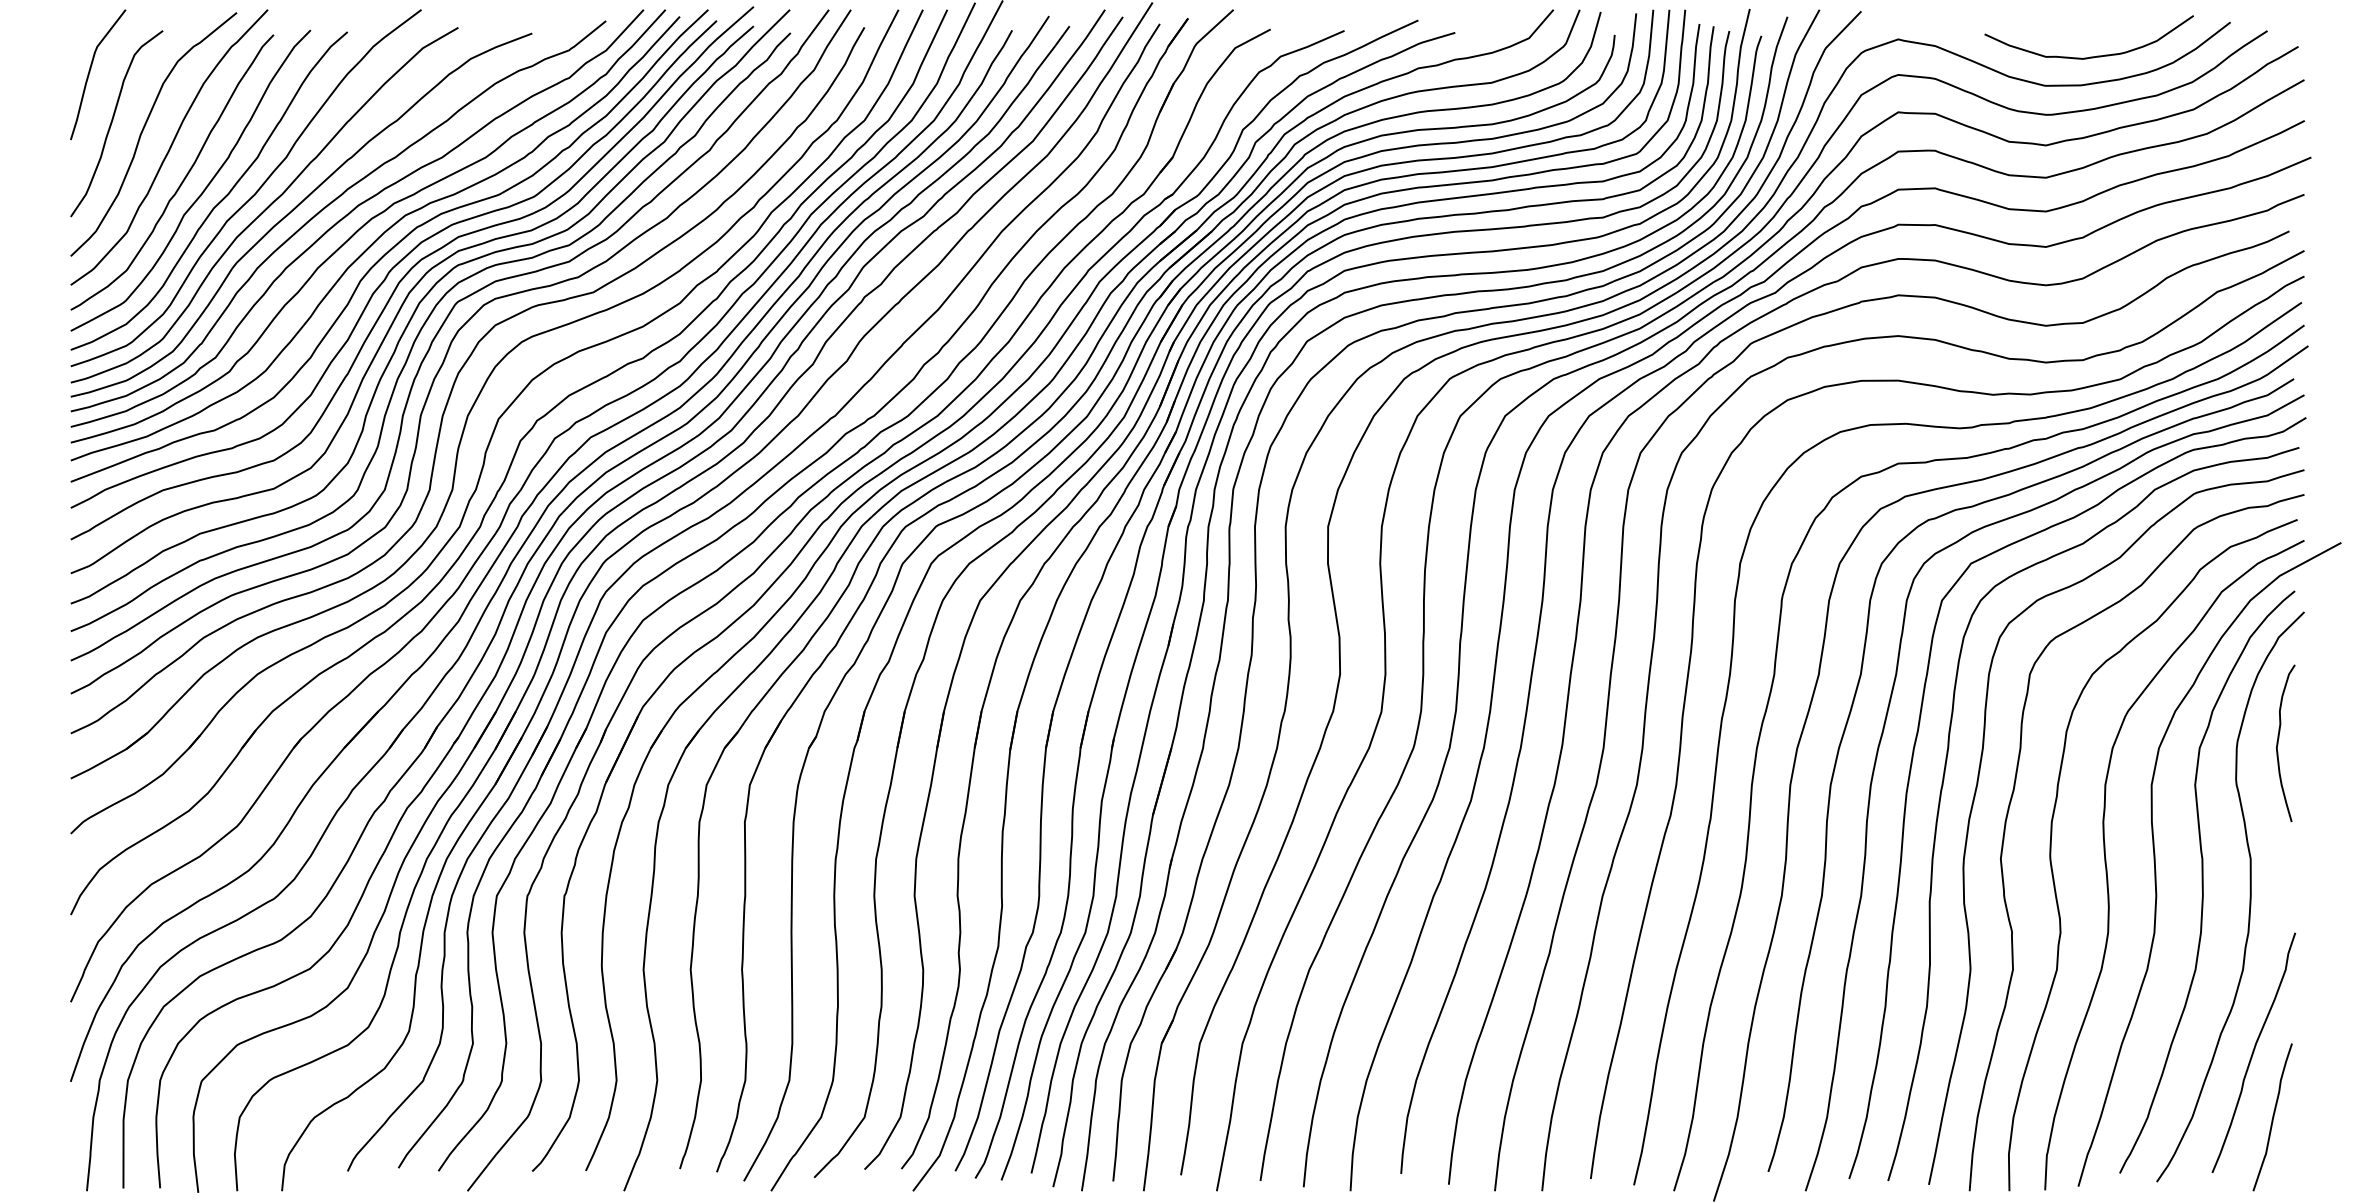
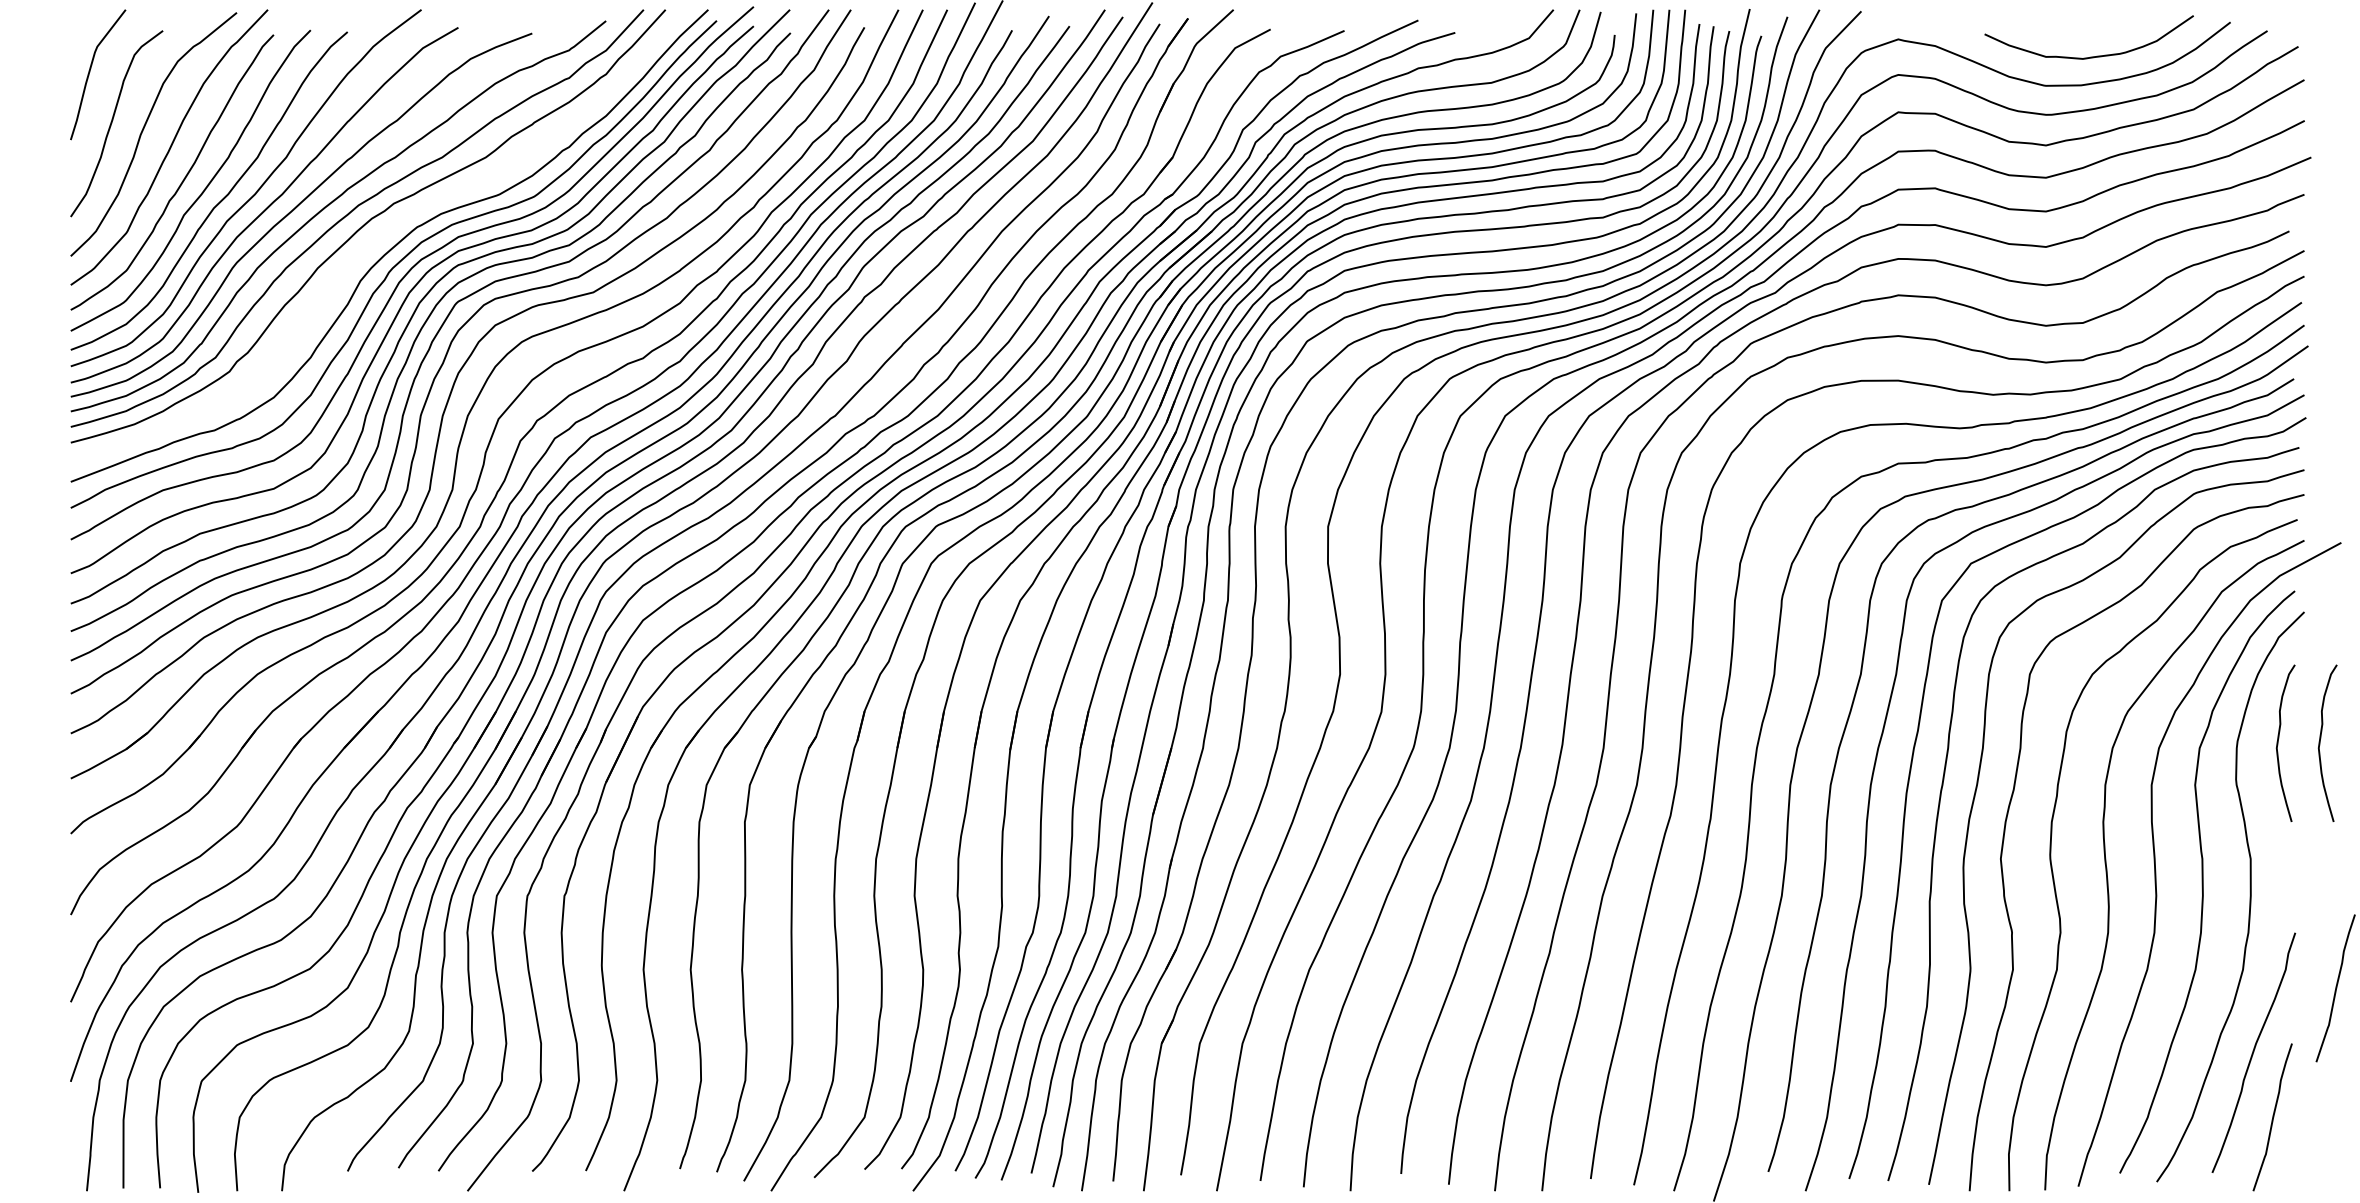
curve at (376, 238): present -> none
curve at (2320, 742): none -> present
curve at (2335, 988): none -> present
